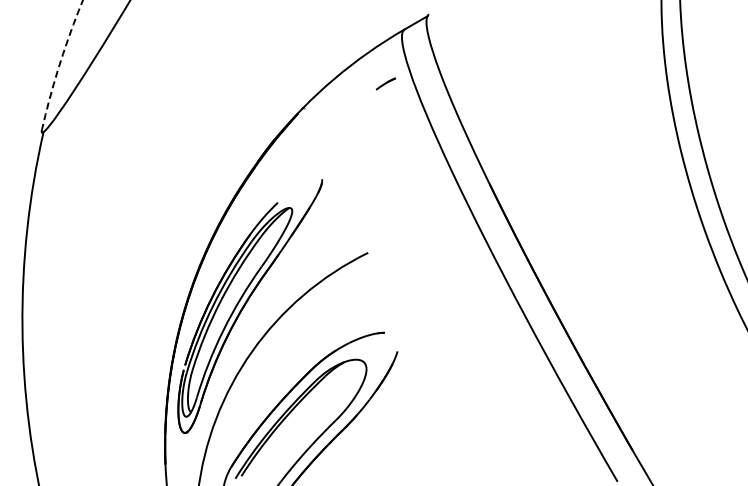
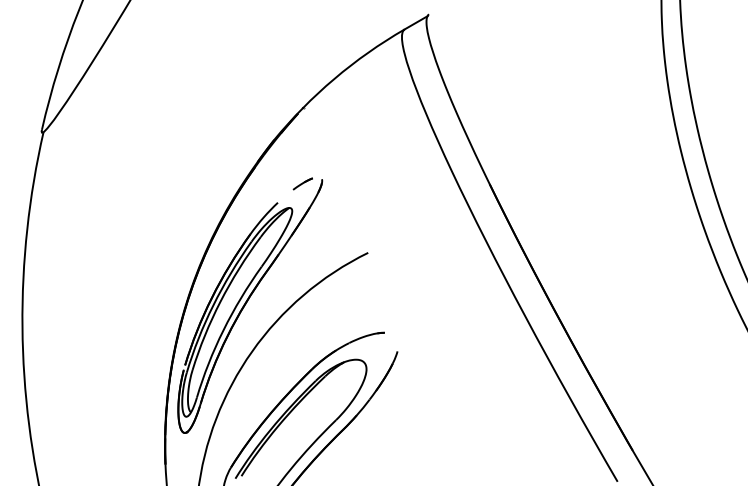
arc at (59, 64): dashed -> solid
line at (385, 83) position: (385, 83) -> (302, 183)
